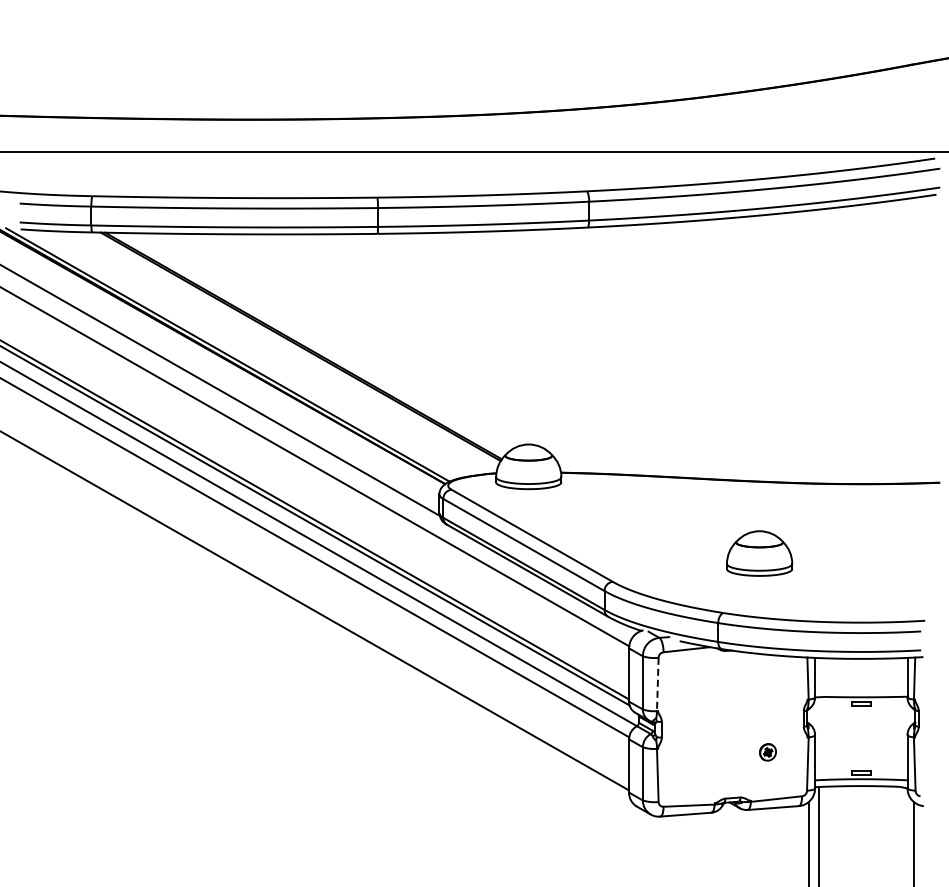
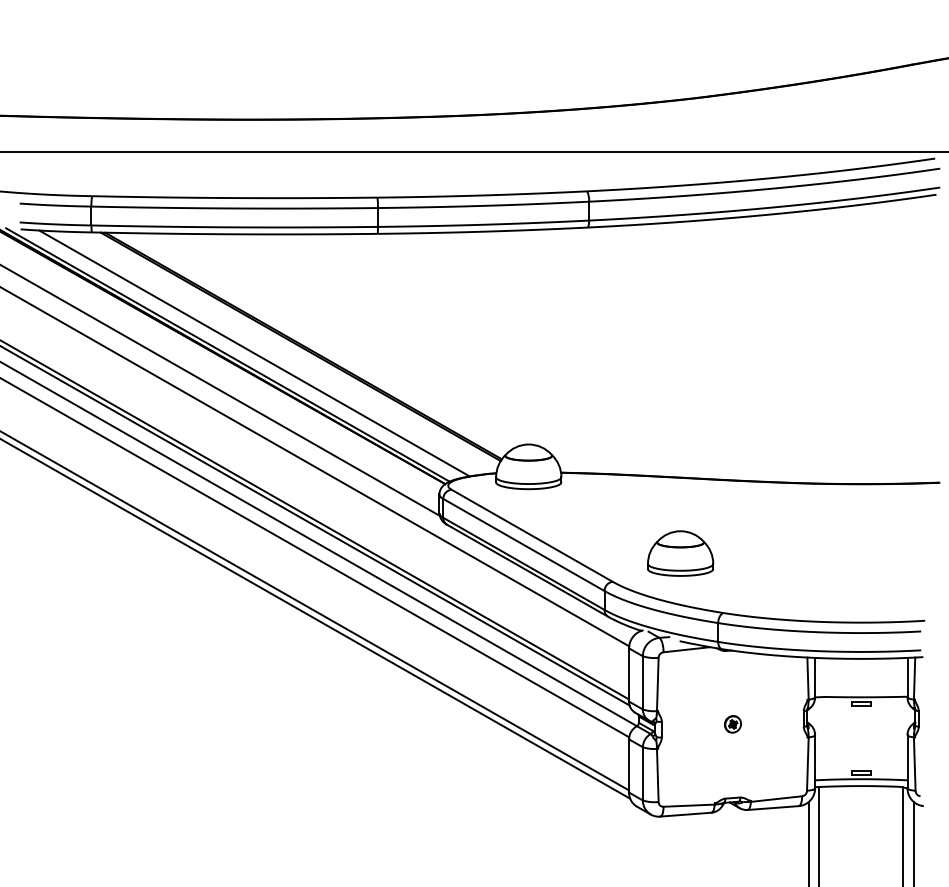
line at (254, 353): none -> present
part at (759, 553) position: (759, 553) -> (680, 553)
line at (316, 619): none -> present
line at (657, 684): dashed -> solid
part at (767, 752) position: (767, 752) -> (732, 724)
line at (903, 835): none -> present
